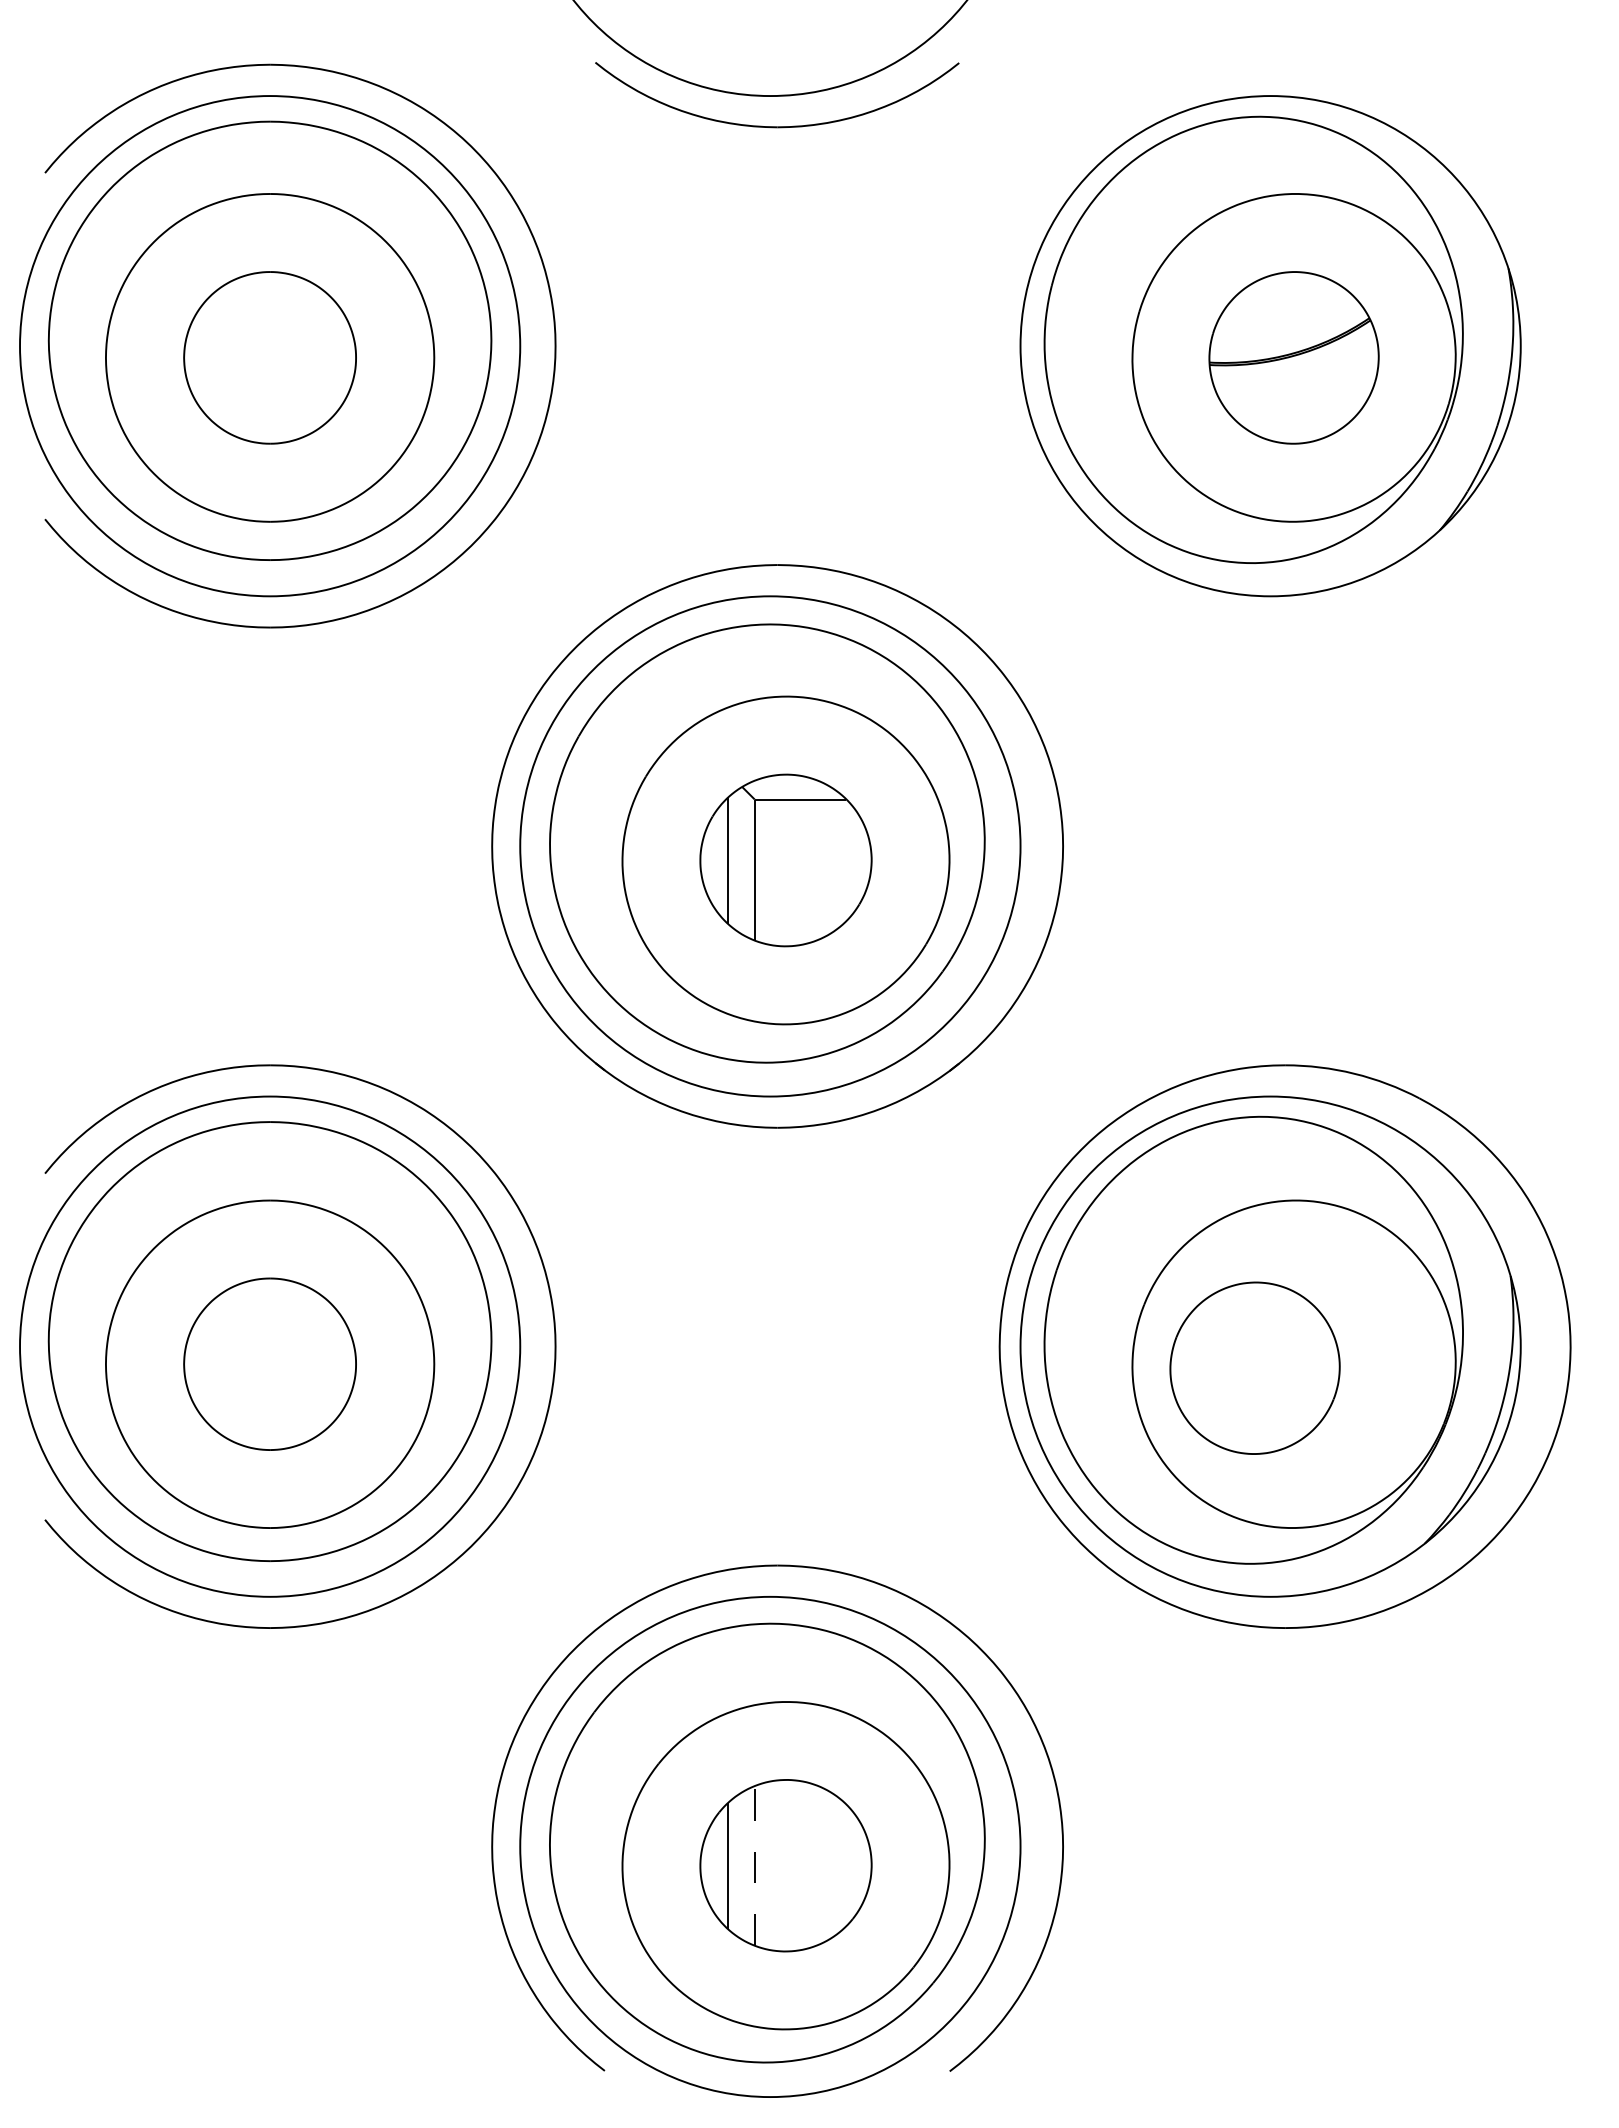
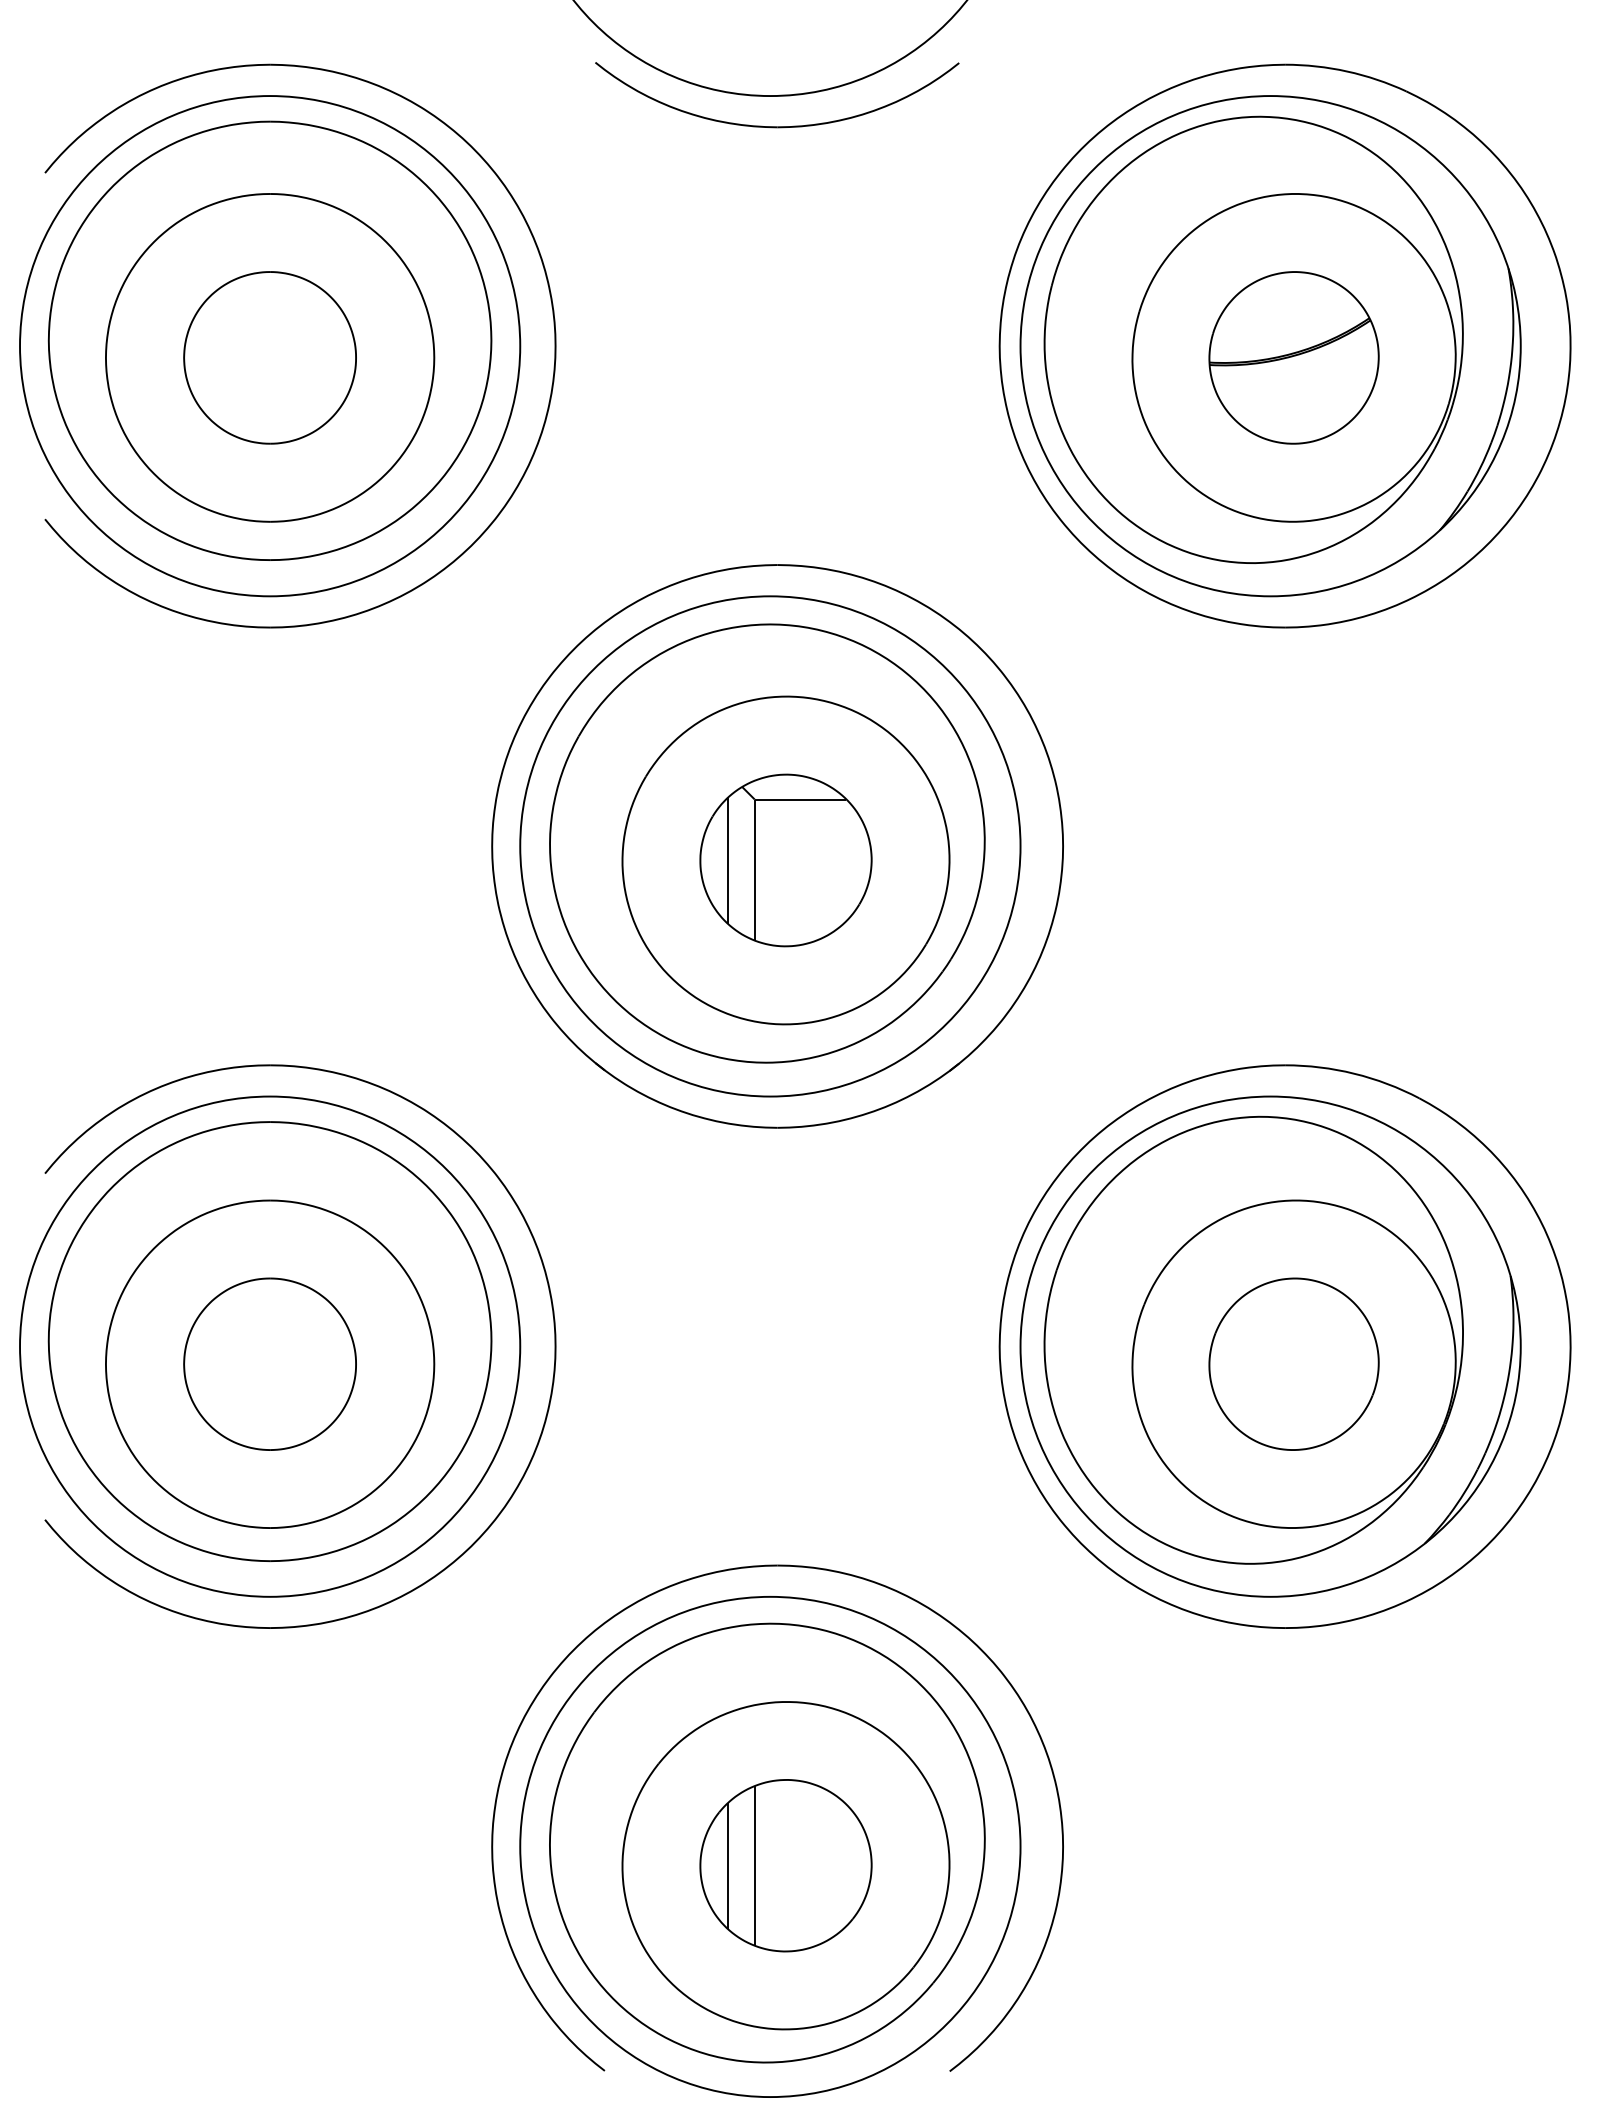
part at (1284, 345): none -> present
part at (1254, 1367) position: (1254, 1367) -> (1293, 1363)
line at (754, 1865): dashed -> solid
